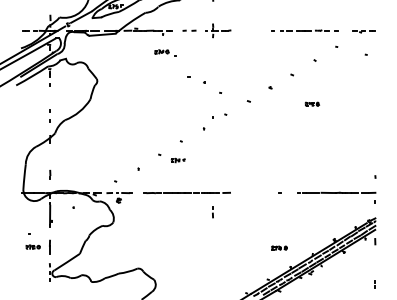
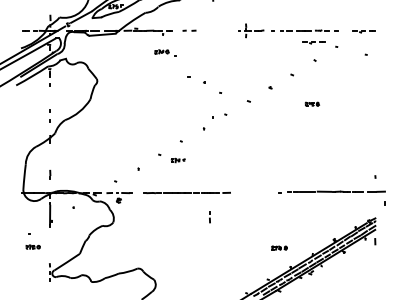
part at (218, 30) position: (218, 30) -> (251, 30)
part at (313, 42): none -> present
part at (336, 197) size: 80x13 px -> 99x16 px
line at (212, 212) position: (212, 212) -> (209, 217)
line at (49, 246): present -> none
part at (374, 284): present -> none
